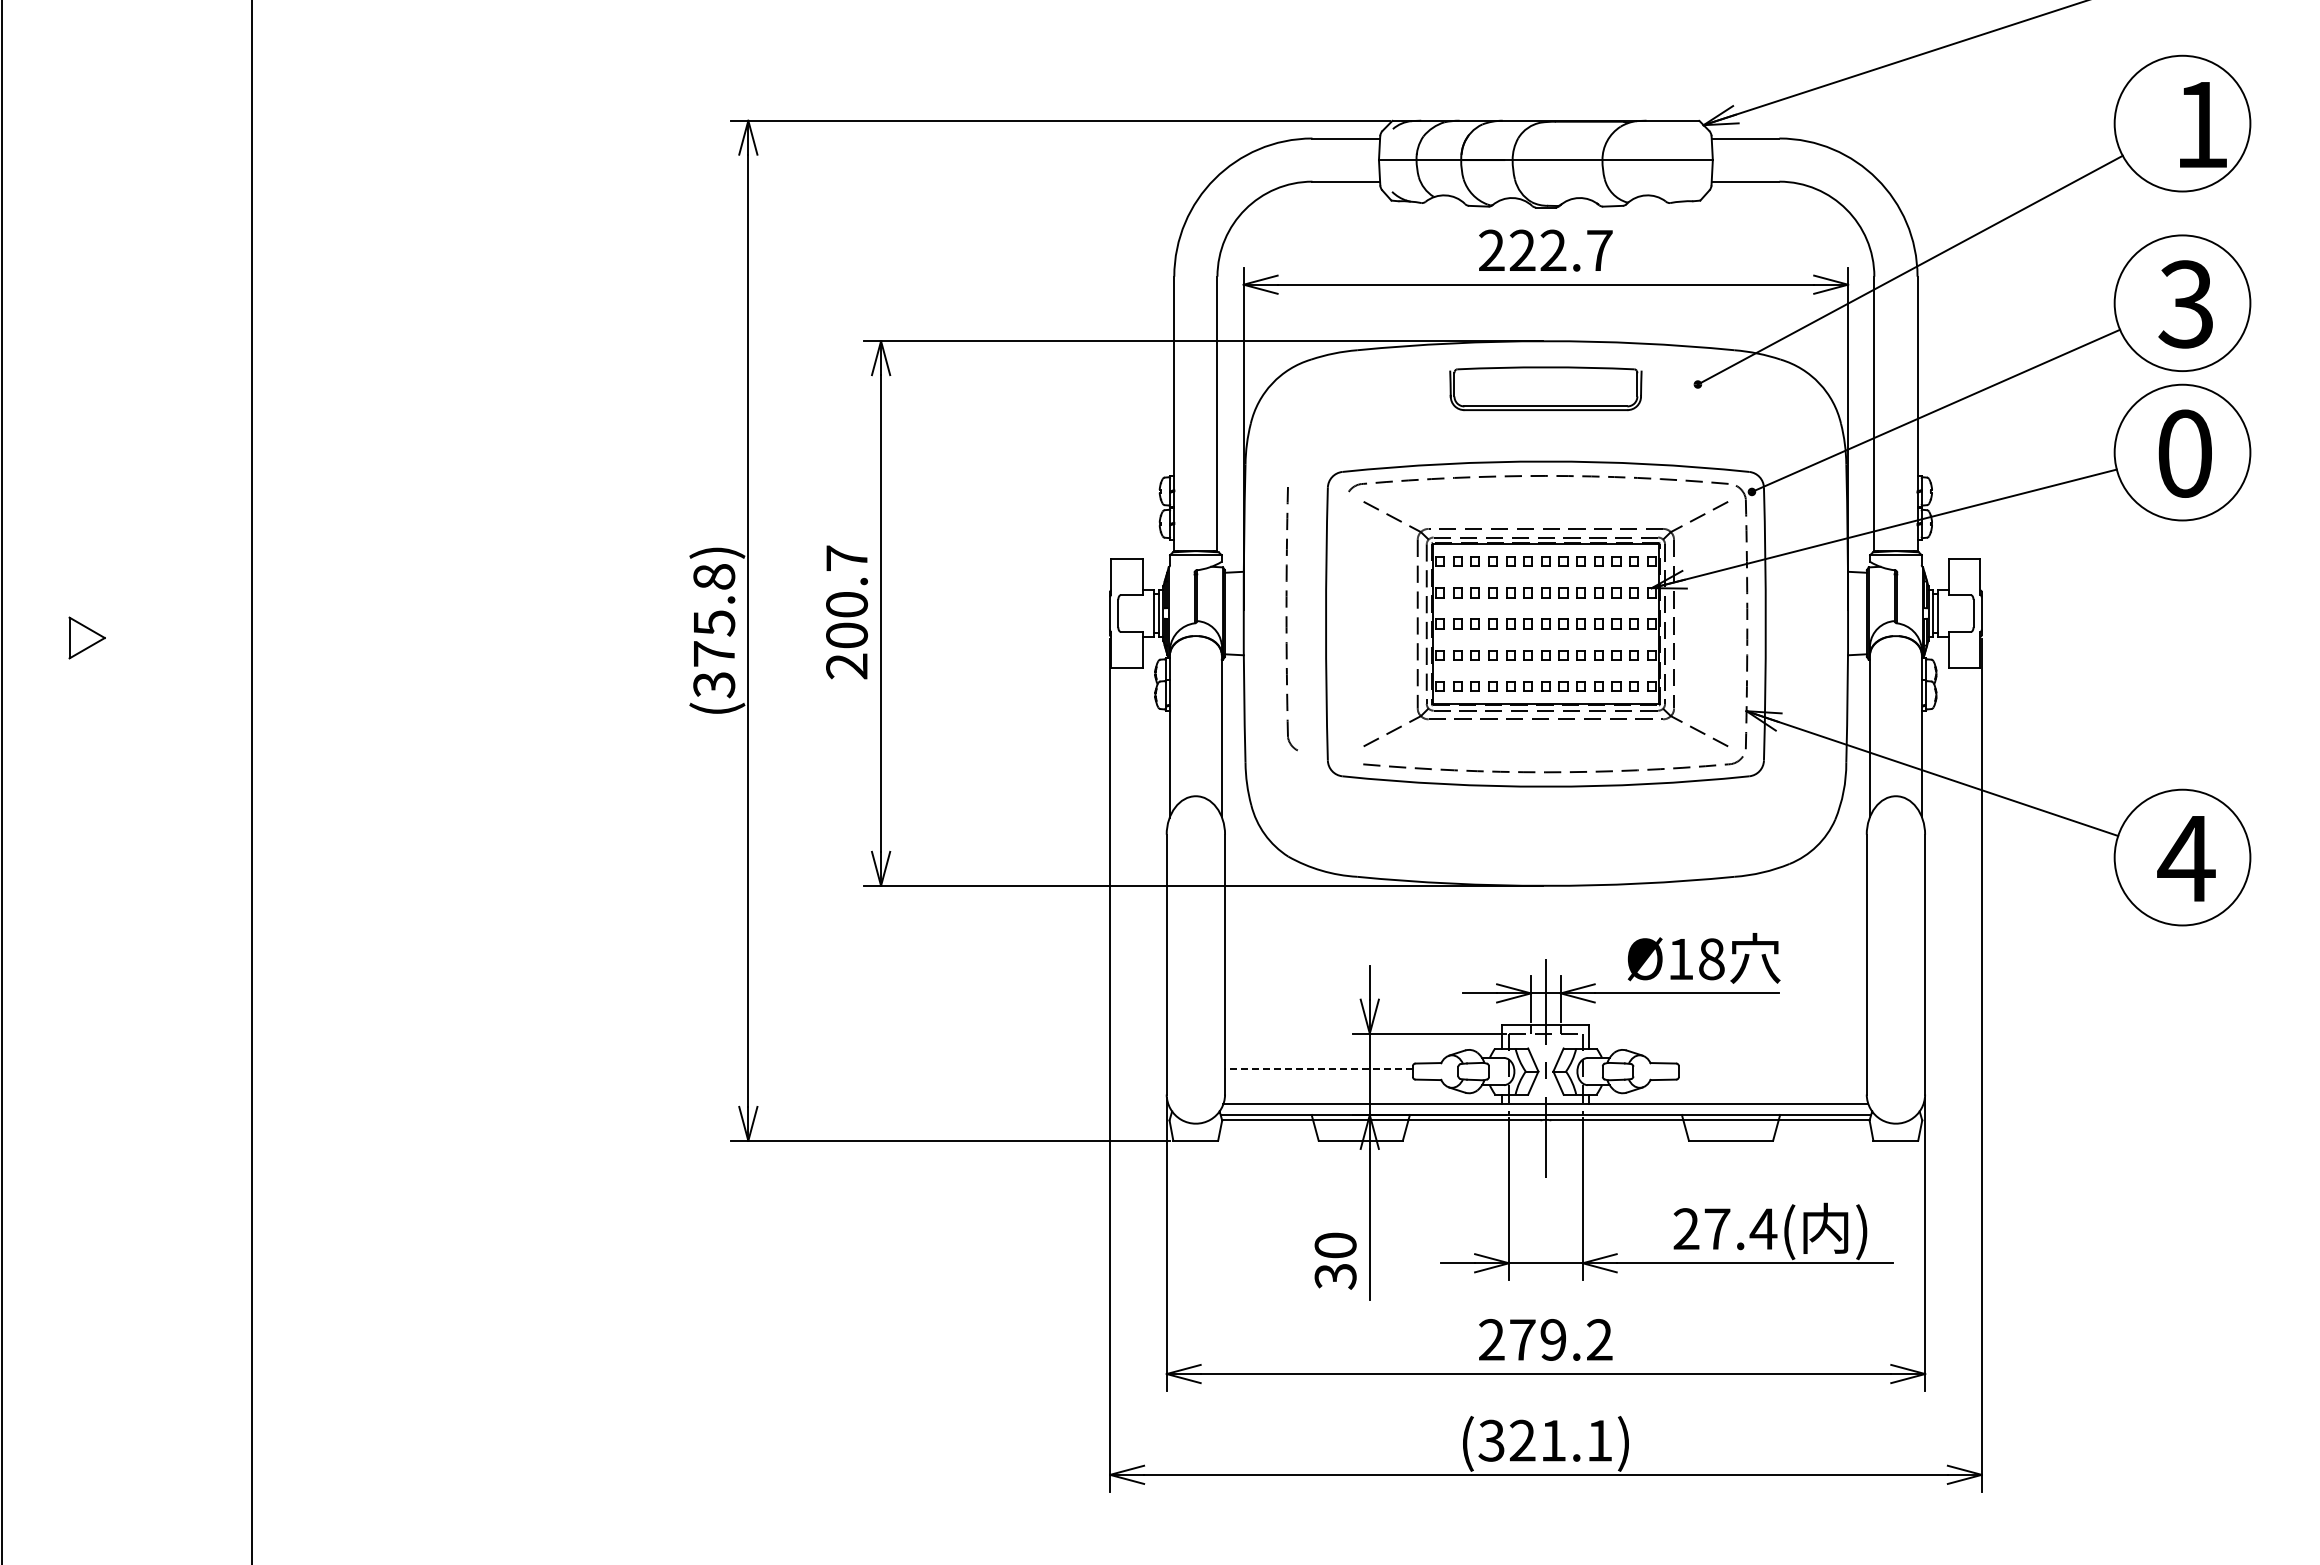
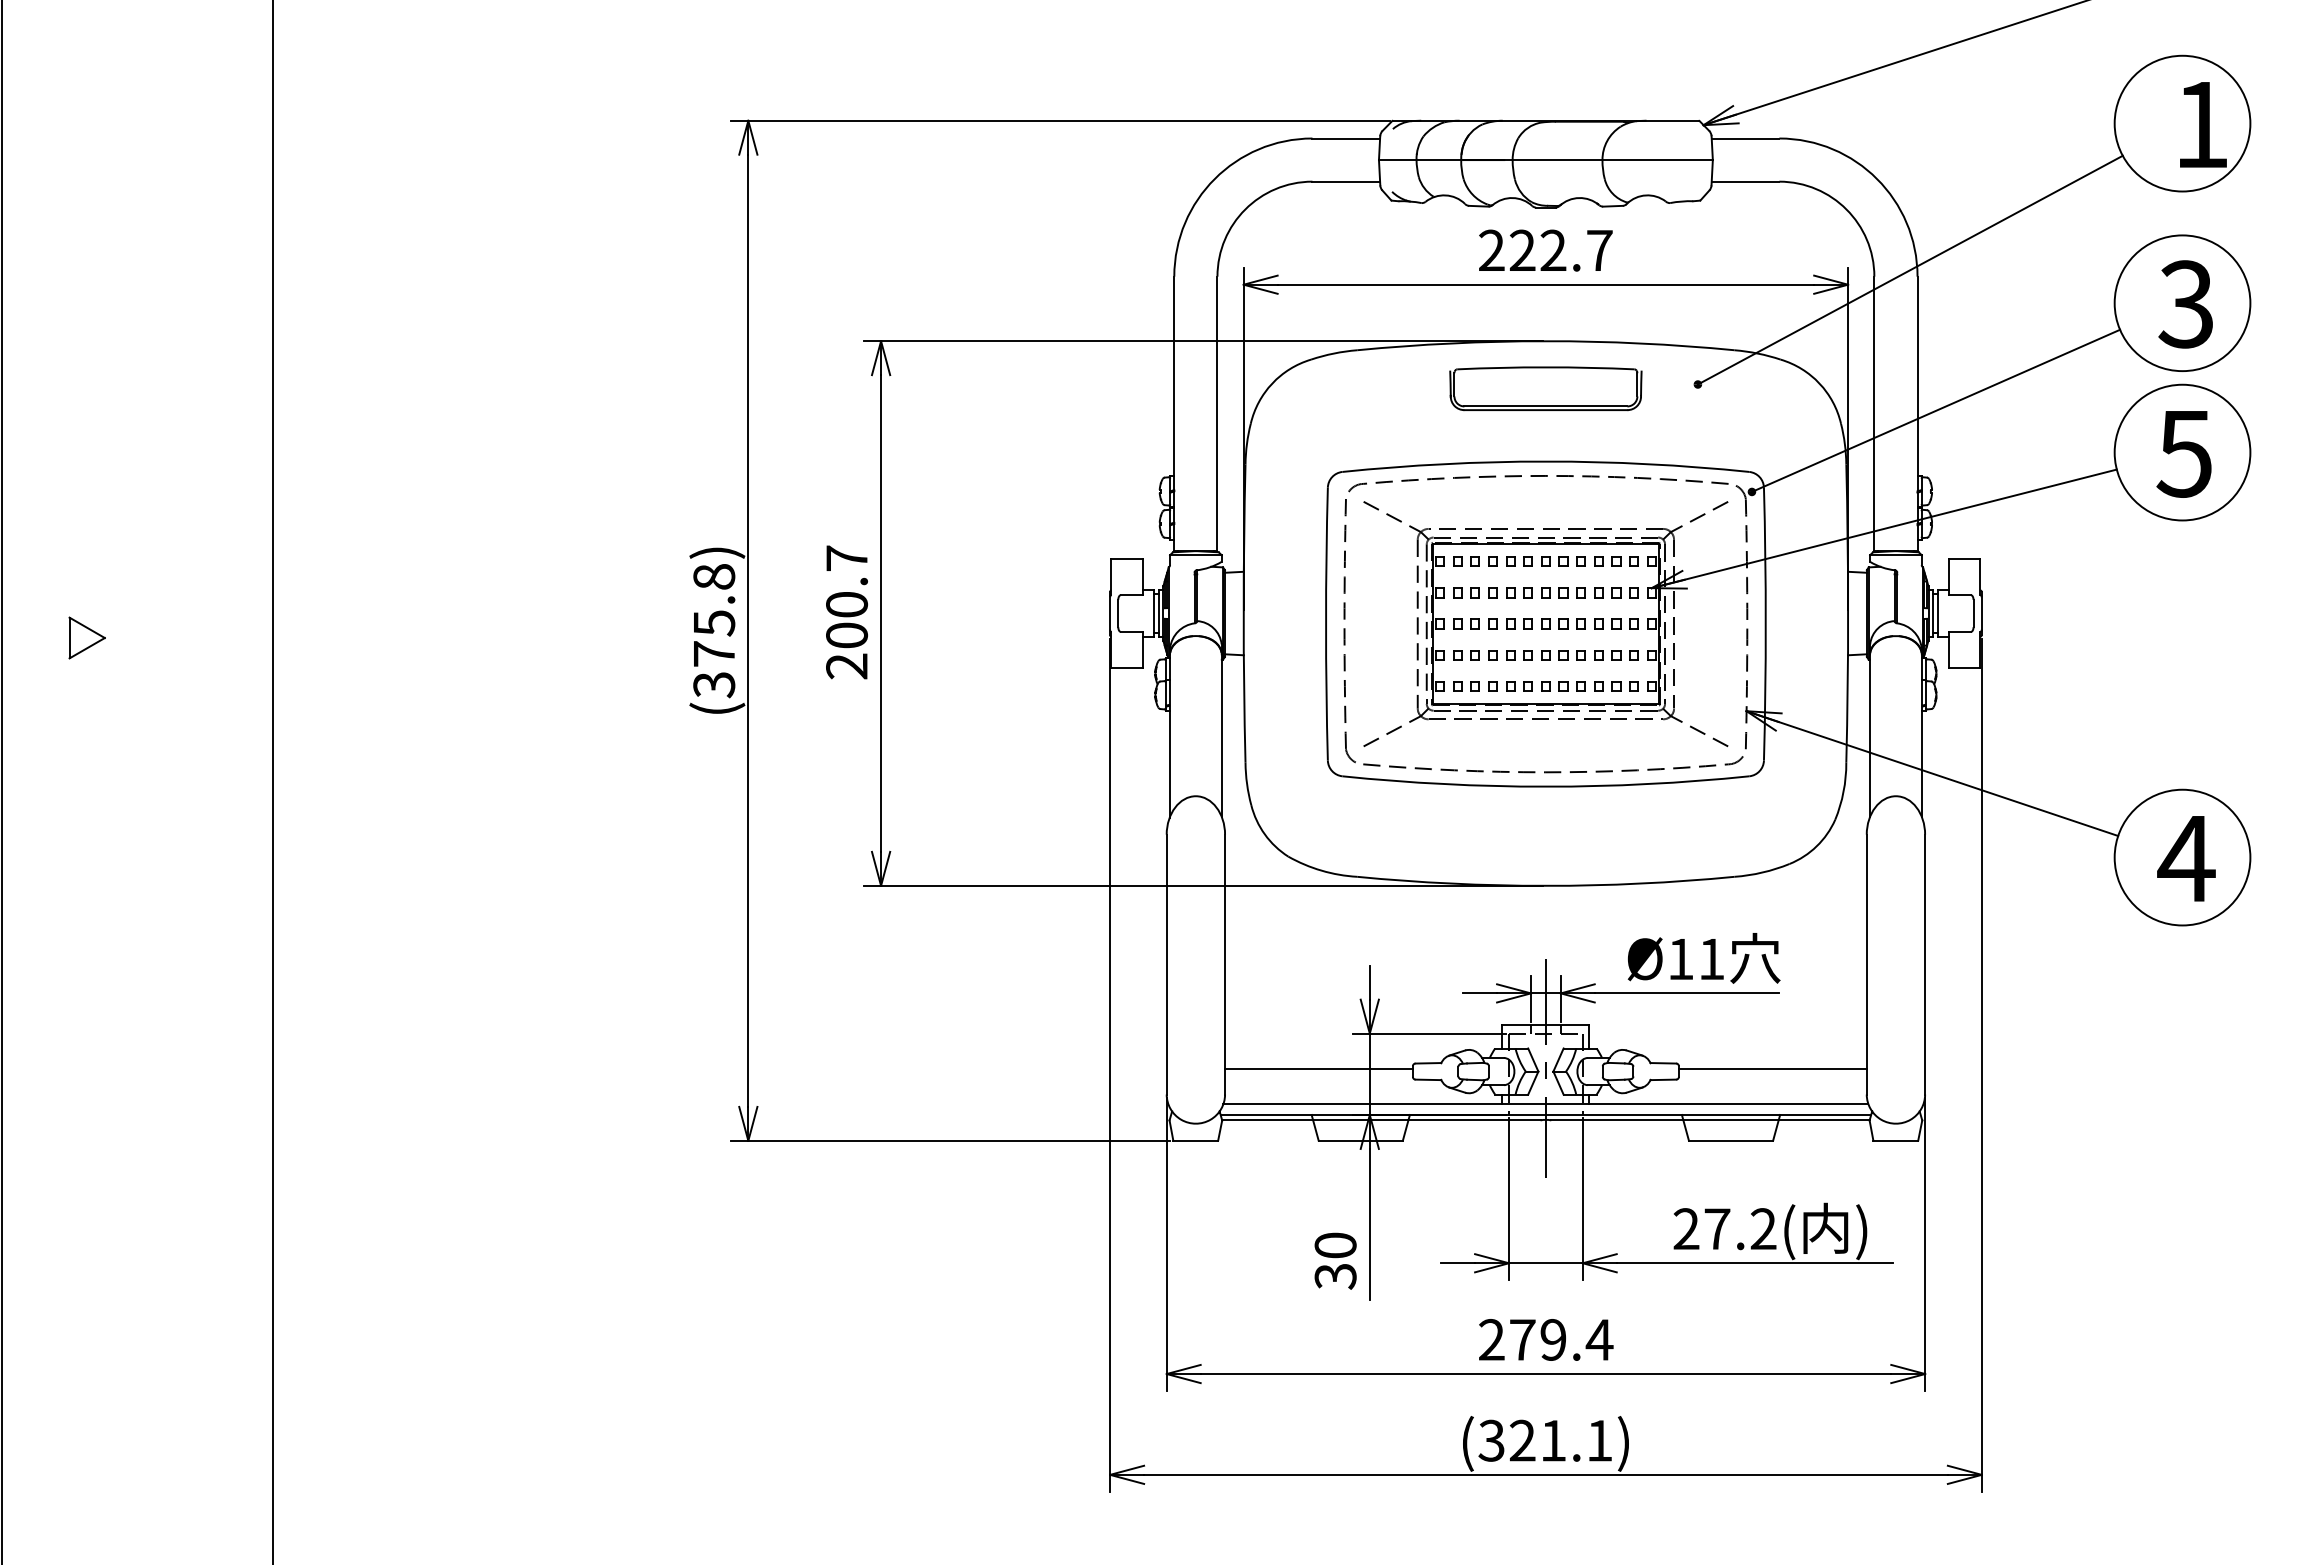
text at (2183, 453): 0 -> 5
part at (1291, 619) position: (1291, 619) -> (1349, 631)
line at (252, 781) position: (252, 781) -> (273, 781)
text at (1711, 959): Ø18 -> Ø11
line at (1319, 1068): dashed -> solid
line at (1772, 1068): none -> present
text at (1763, 1228): 27.4( -> 27.2(
text at (1599, 1339): 279.2 -> 279.4
